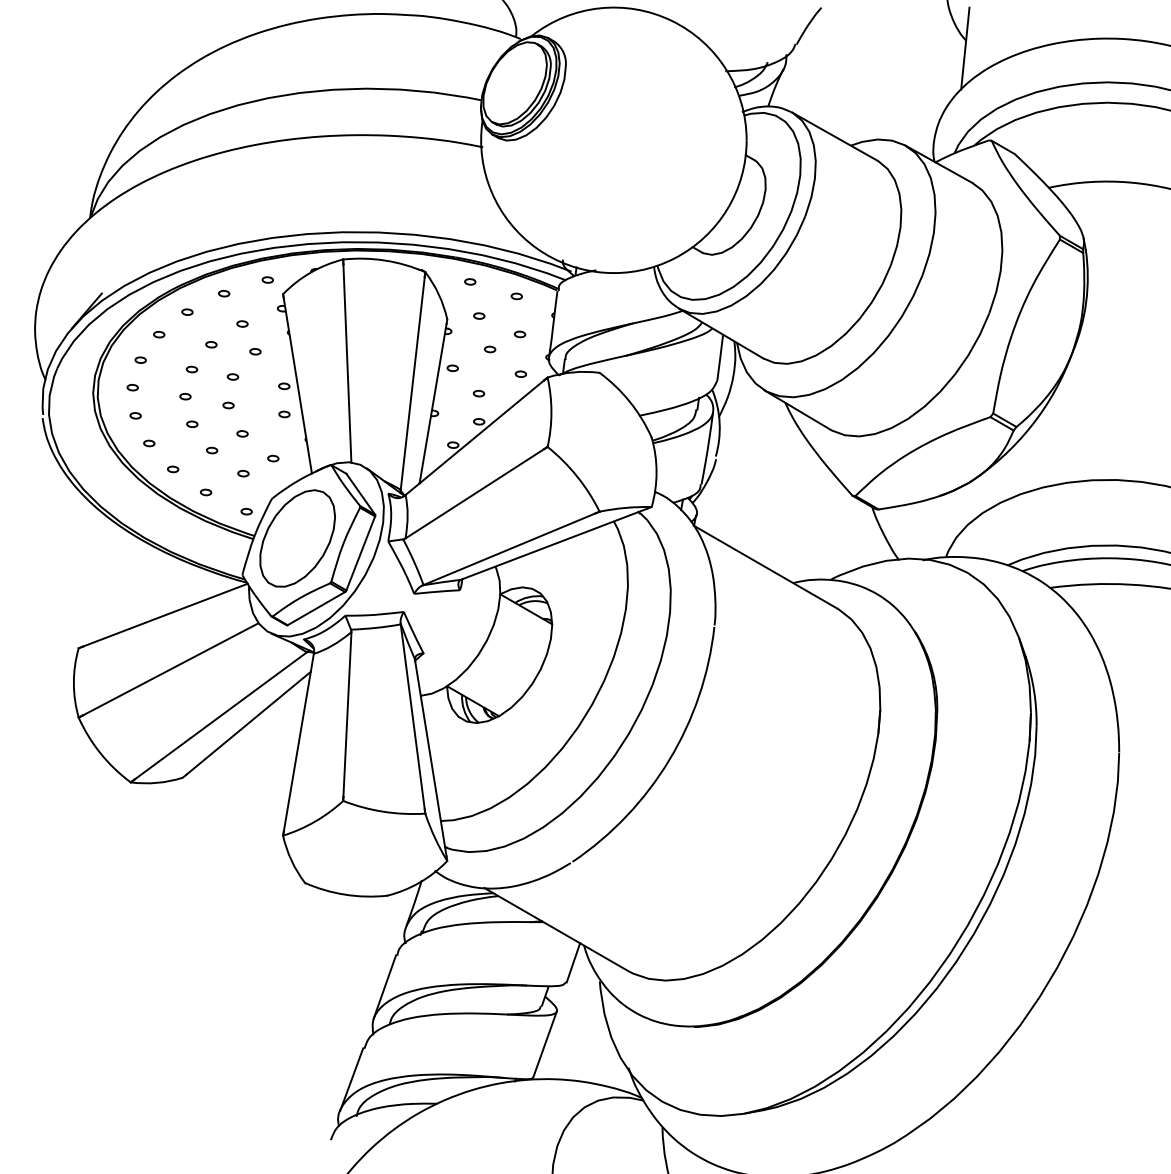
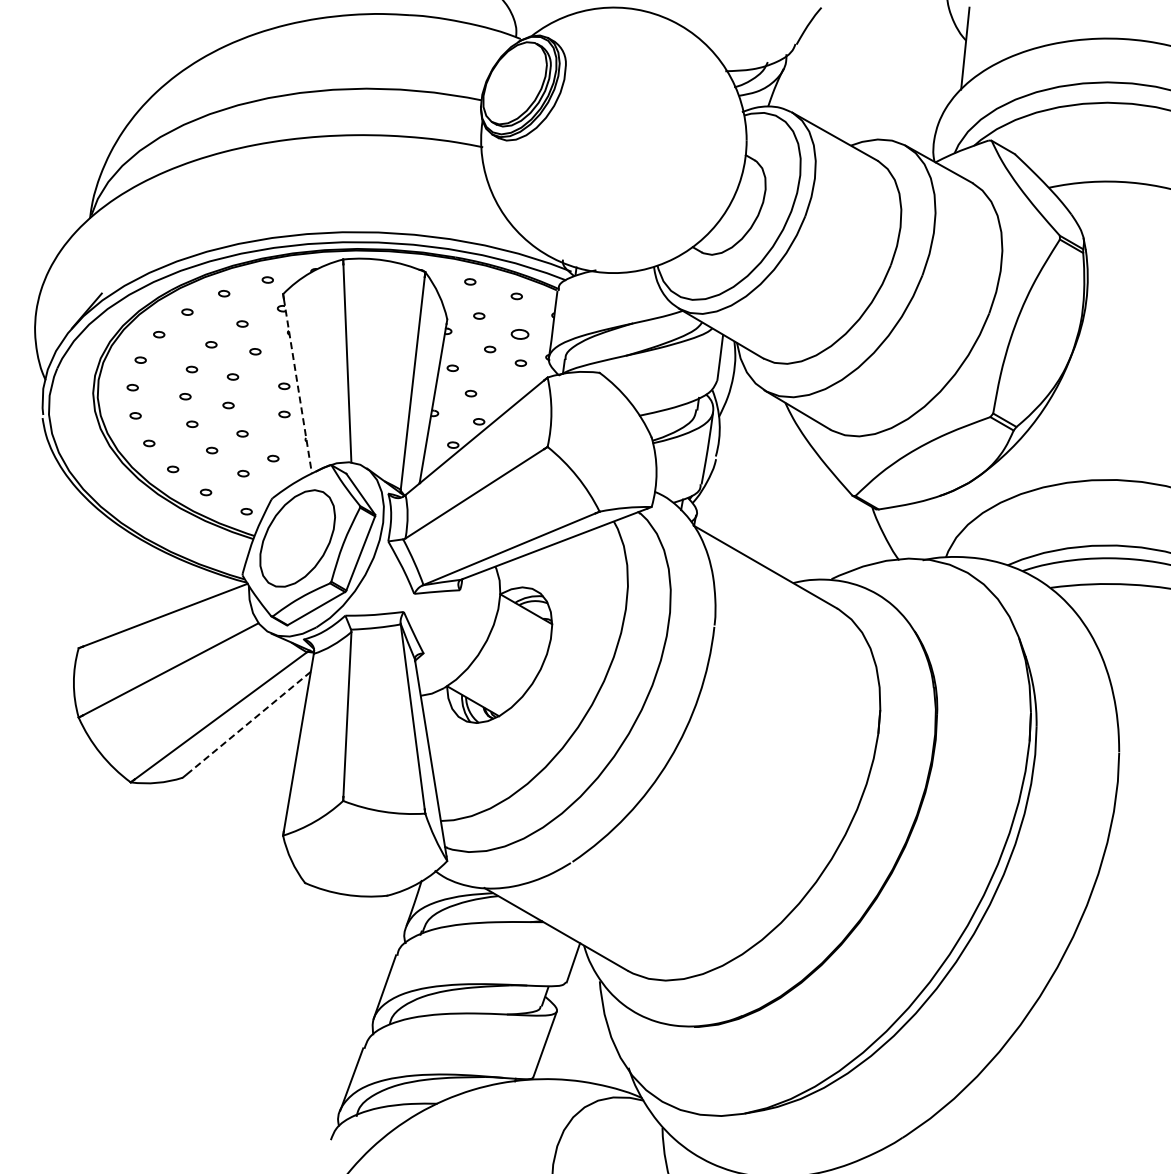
part at (519, 334) size: 14x9 px -> 20x11 px
part at (520, 373) position: (520, 373) -> (520, 362)
line at (297, 386): solid -> dashed
part at (478, 393) position: (478, 393) -> (470, 393)
line at (248, 723): solid -> dashed
